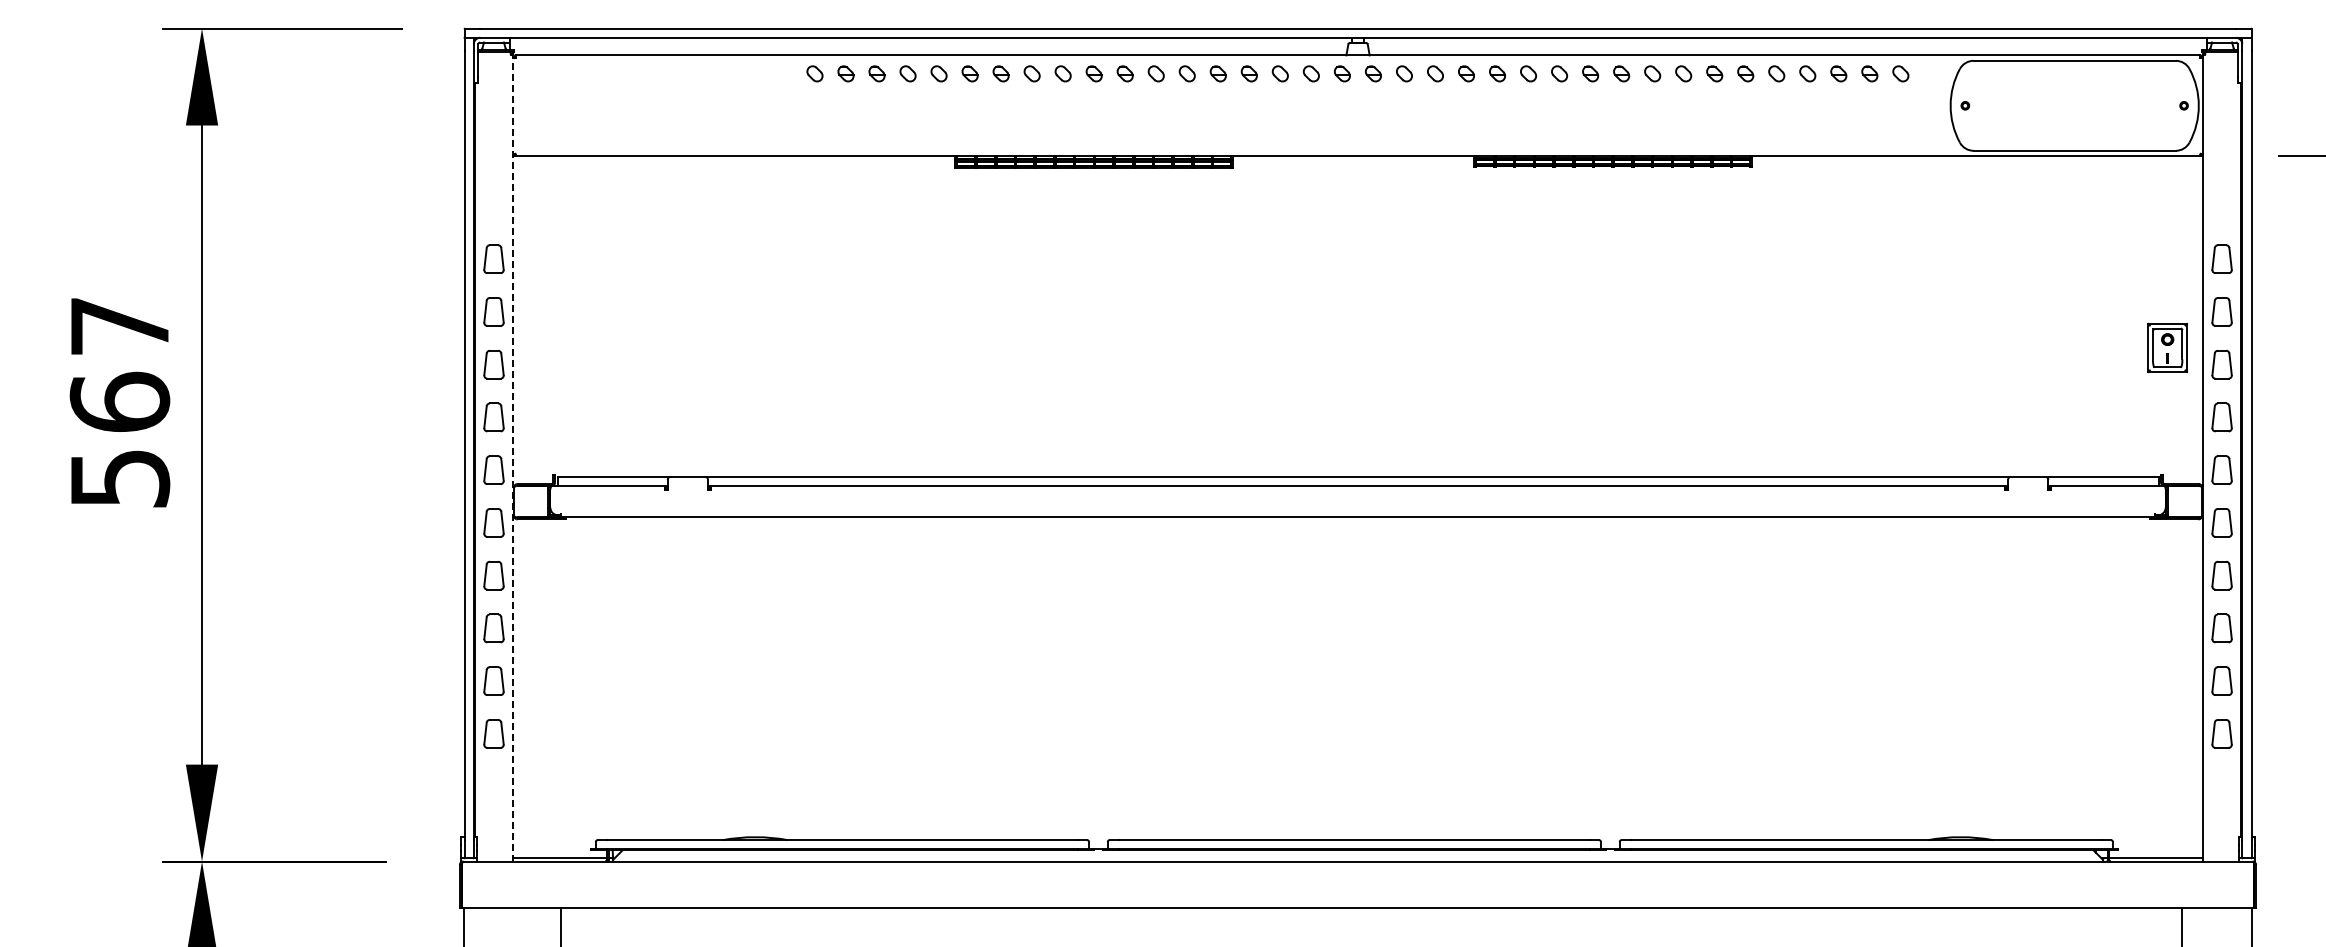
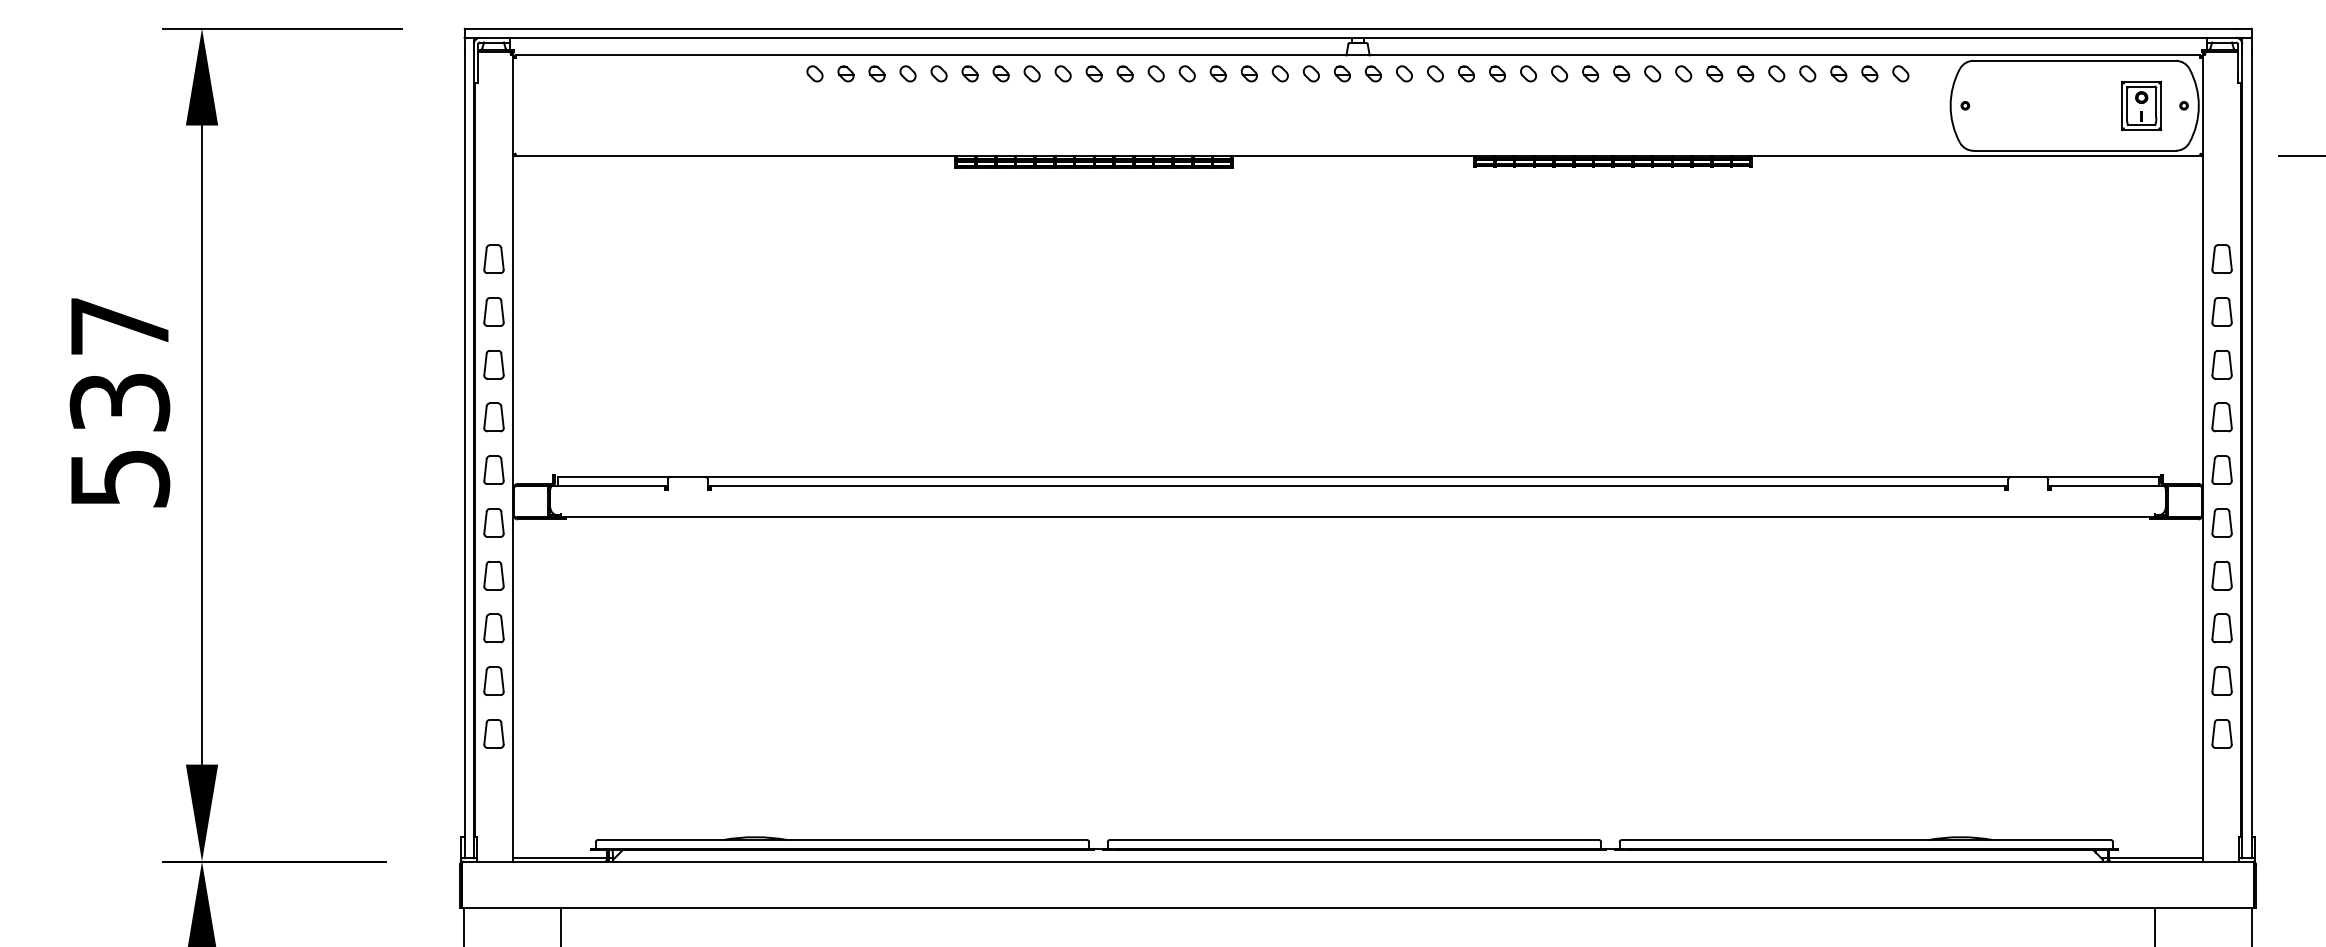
part at (2167, 347) position: (2167, 347) -> (2141, 105)
text at (119, 401): 567 -> 537
line at (513, 457): dashed -> solid
line at (2181, 925) position: (2181, 925) -> (2154, 925)
